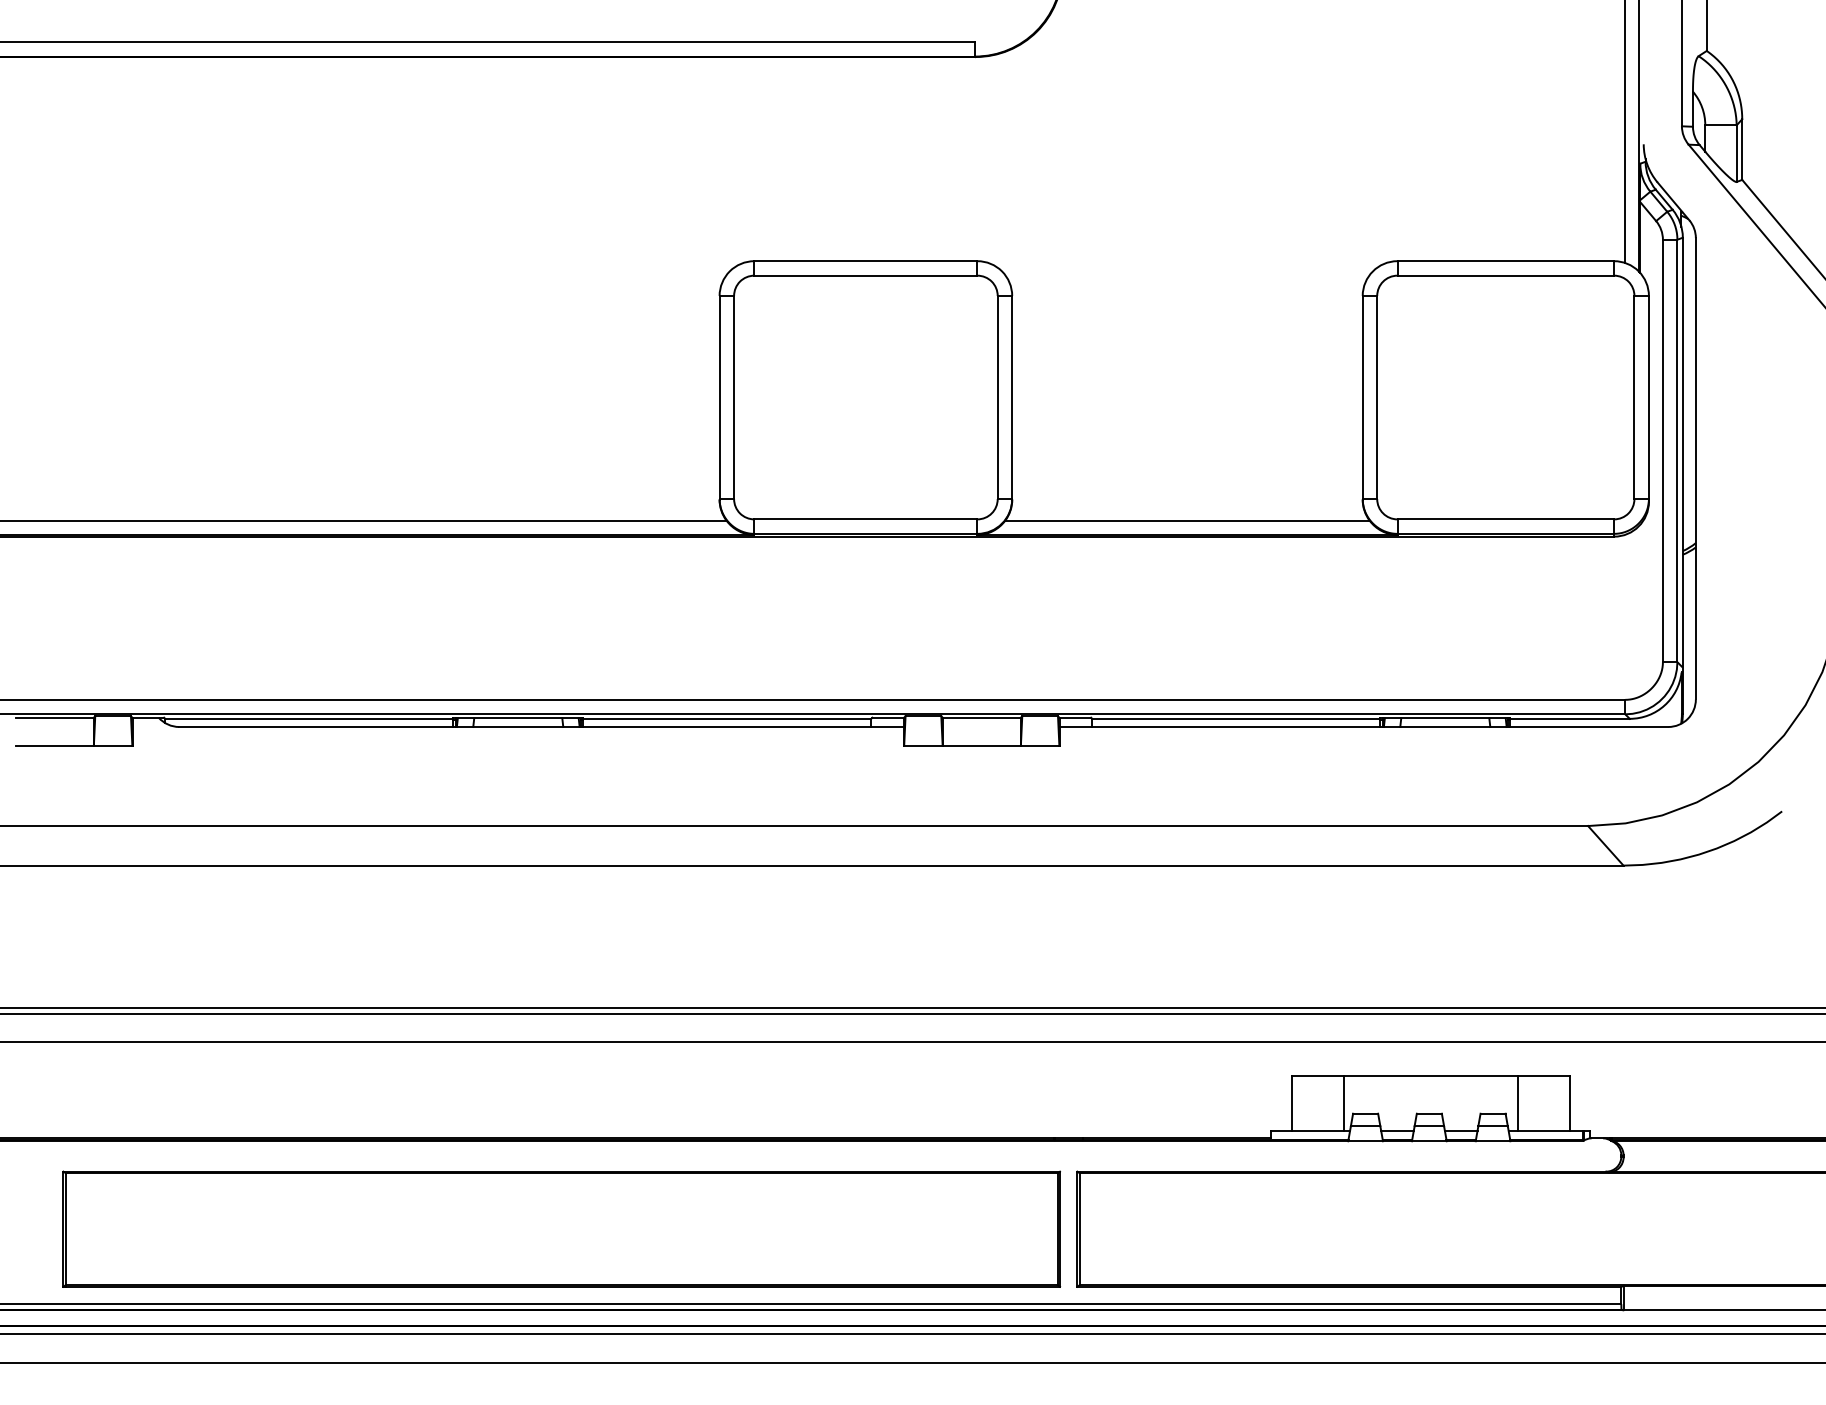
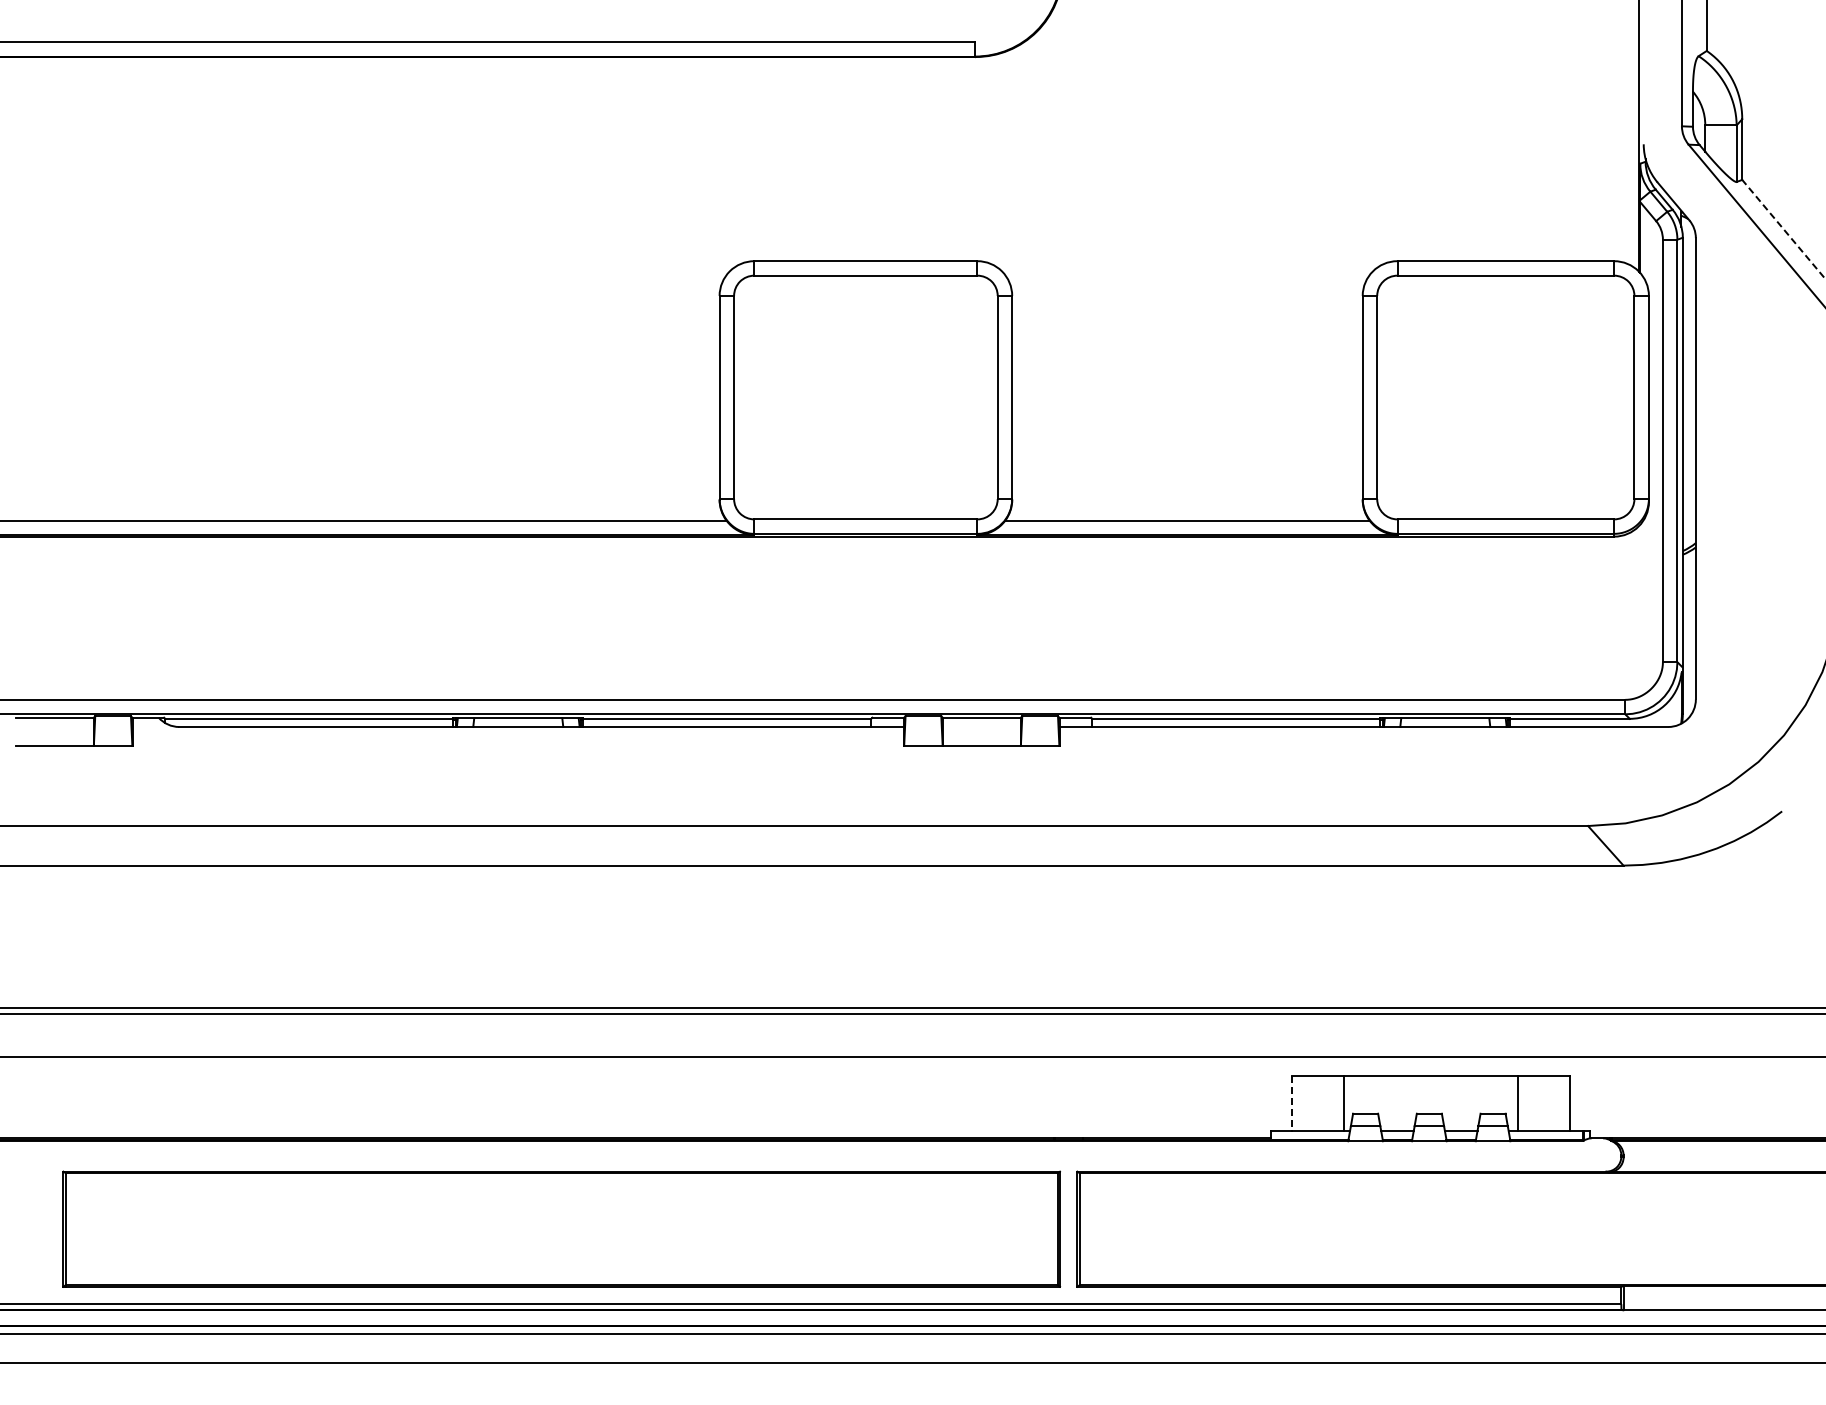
line at (1624, 132): present -> none
line at (1783, 229): solid -> dashed
line at (912, 1041) position: (912, 1041) -> (912, 1056)
line at (1291, 1103): solid -> dashed
